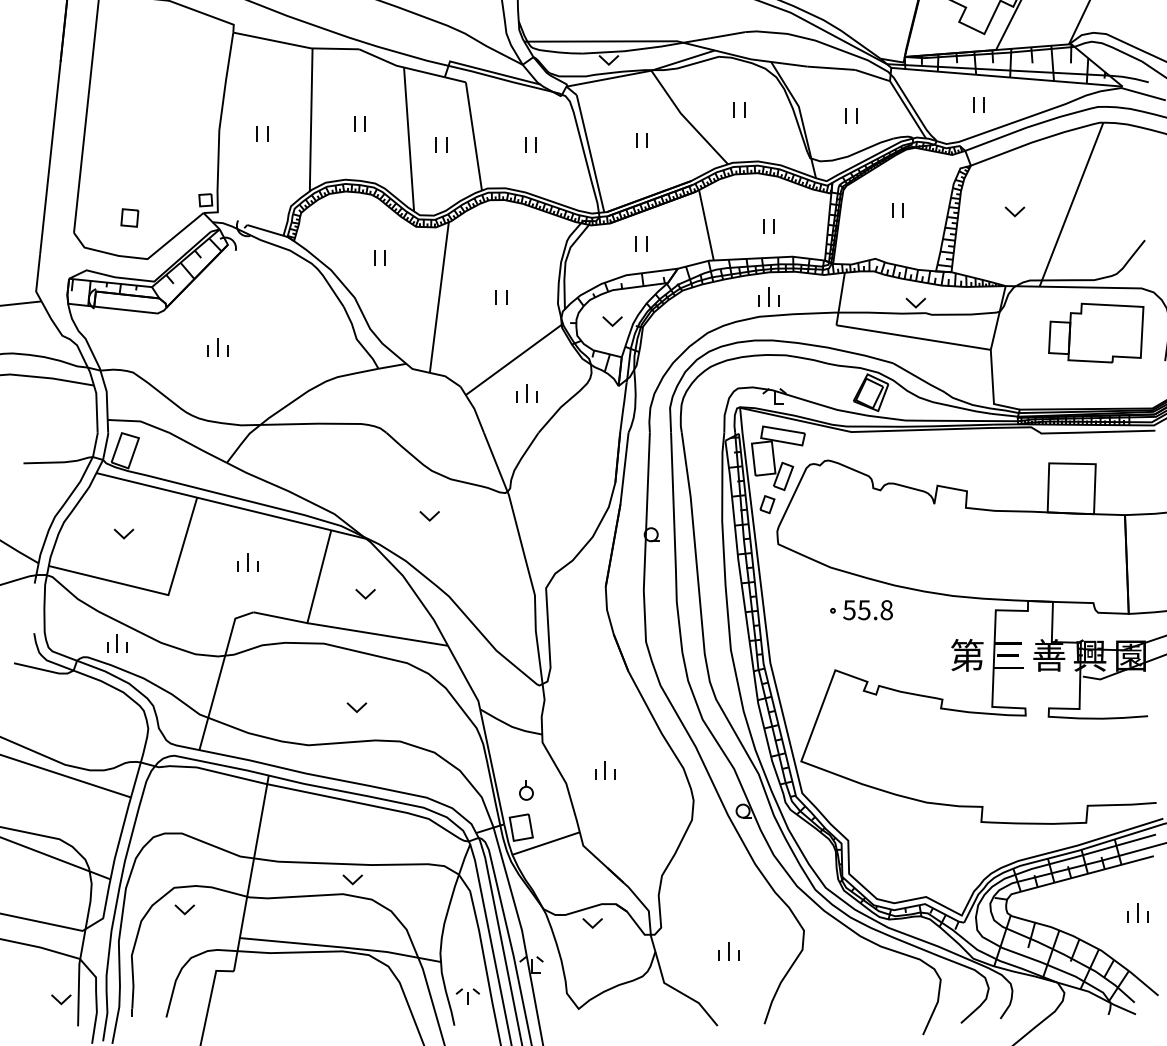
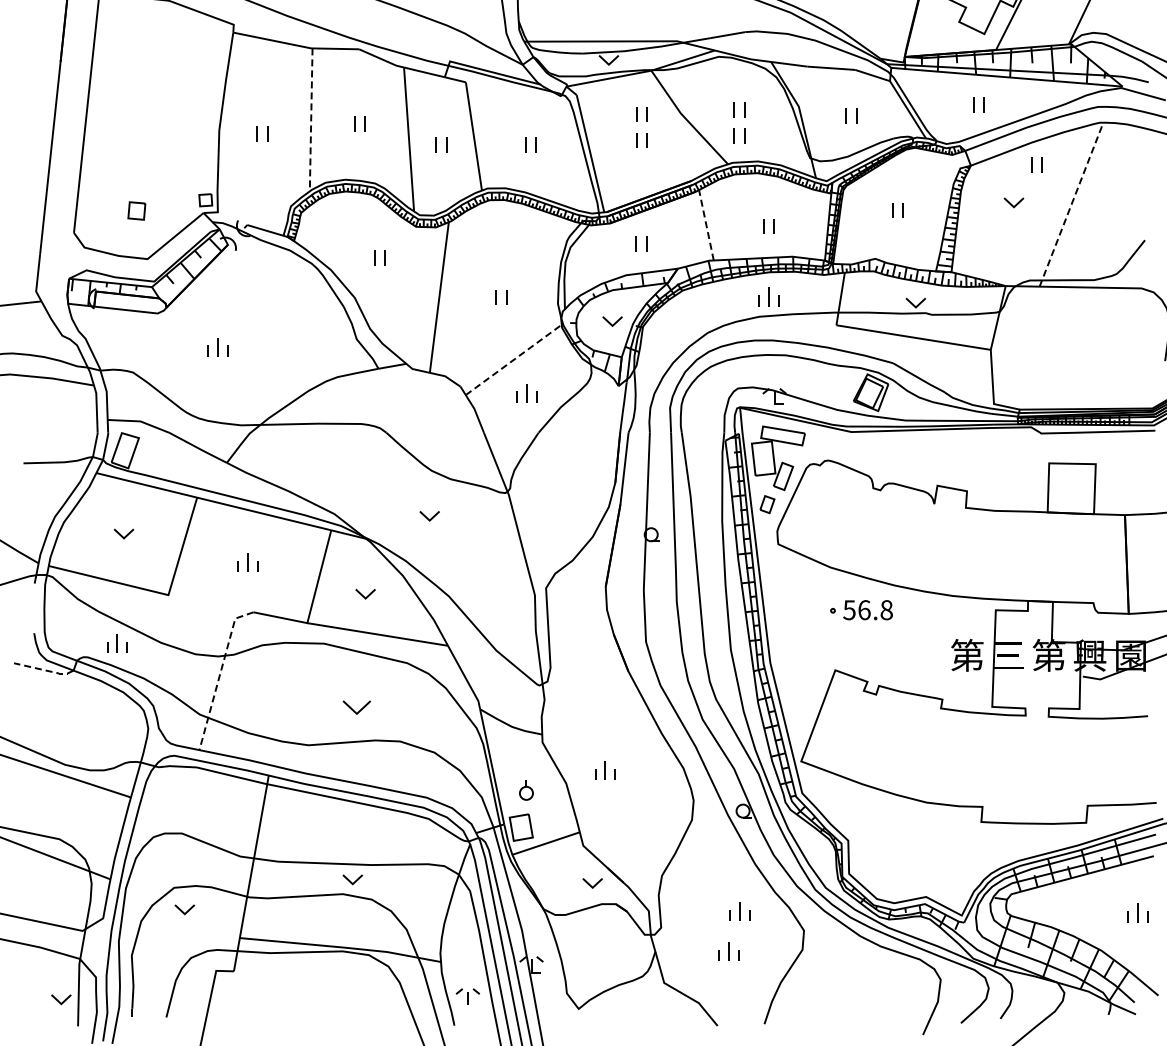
part at (641, 114): none -> present
line at (311, 120): solid -> dashed
part at (739, 135): none -> present
part at (1036, 164): none -> present
line at (1071, 205): solid -> dashed
part at (1014, 211) position: (1014, 211) -> (1013, 202)
part at (129, 217) position: (129, 217) -> (136, 210)
line at (706, 225): solid -> dashed
part at (1096, 332): present -> none
line at (513, 359): solid -> dashed
text at (864, 610): 55.8 -> 56.8
text at (1048, 655): 善 -> 第
line at (44, 670): solid -> dashed
line at (220, 674): solid -> dashed
part at (356, 707) size: 22x11 px -> 29x15 px
part at (739, 911): none -> present
part at (592, 923) position: (592, 923) -> (592, 883)
